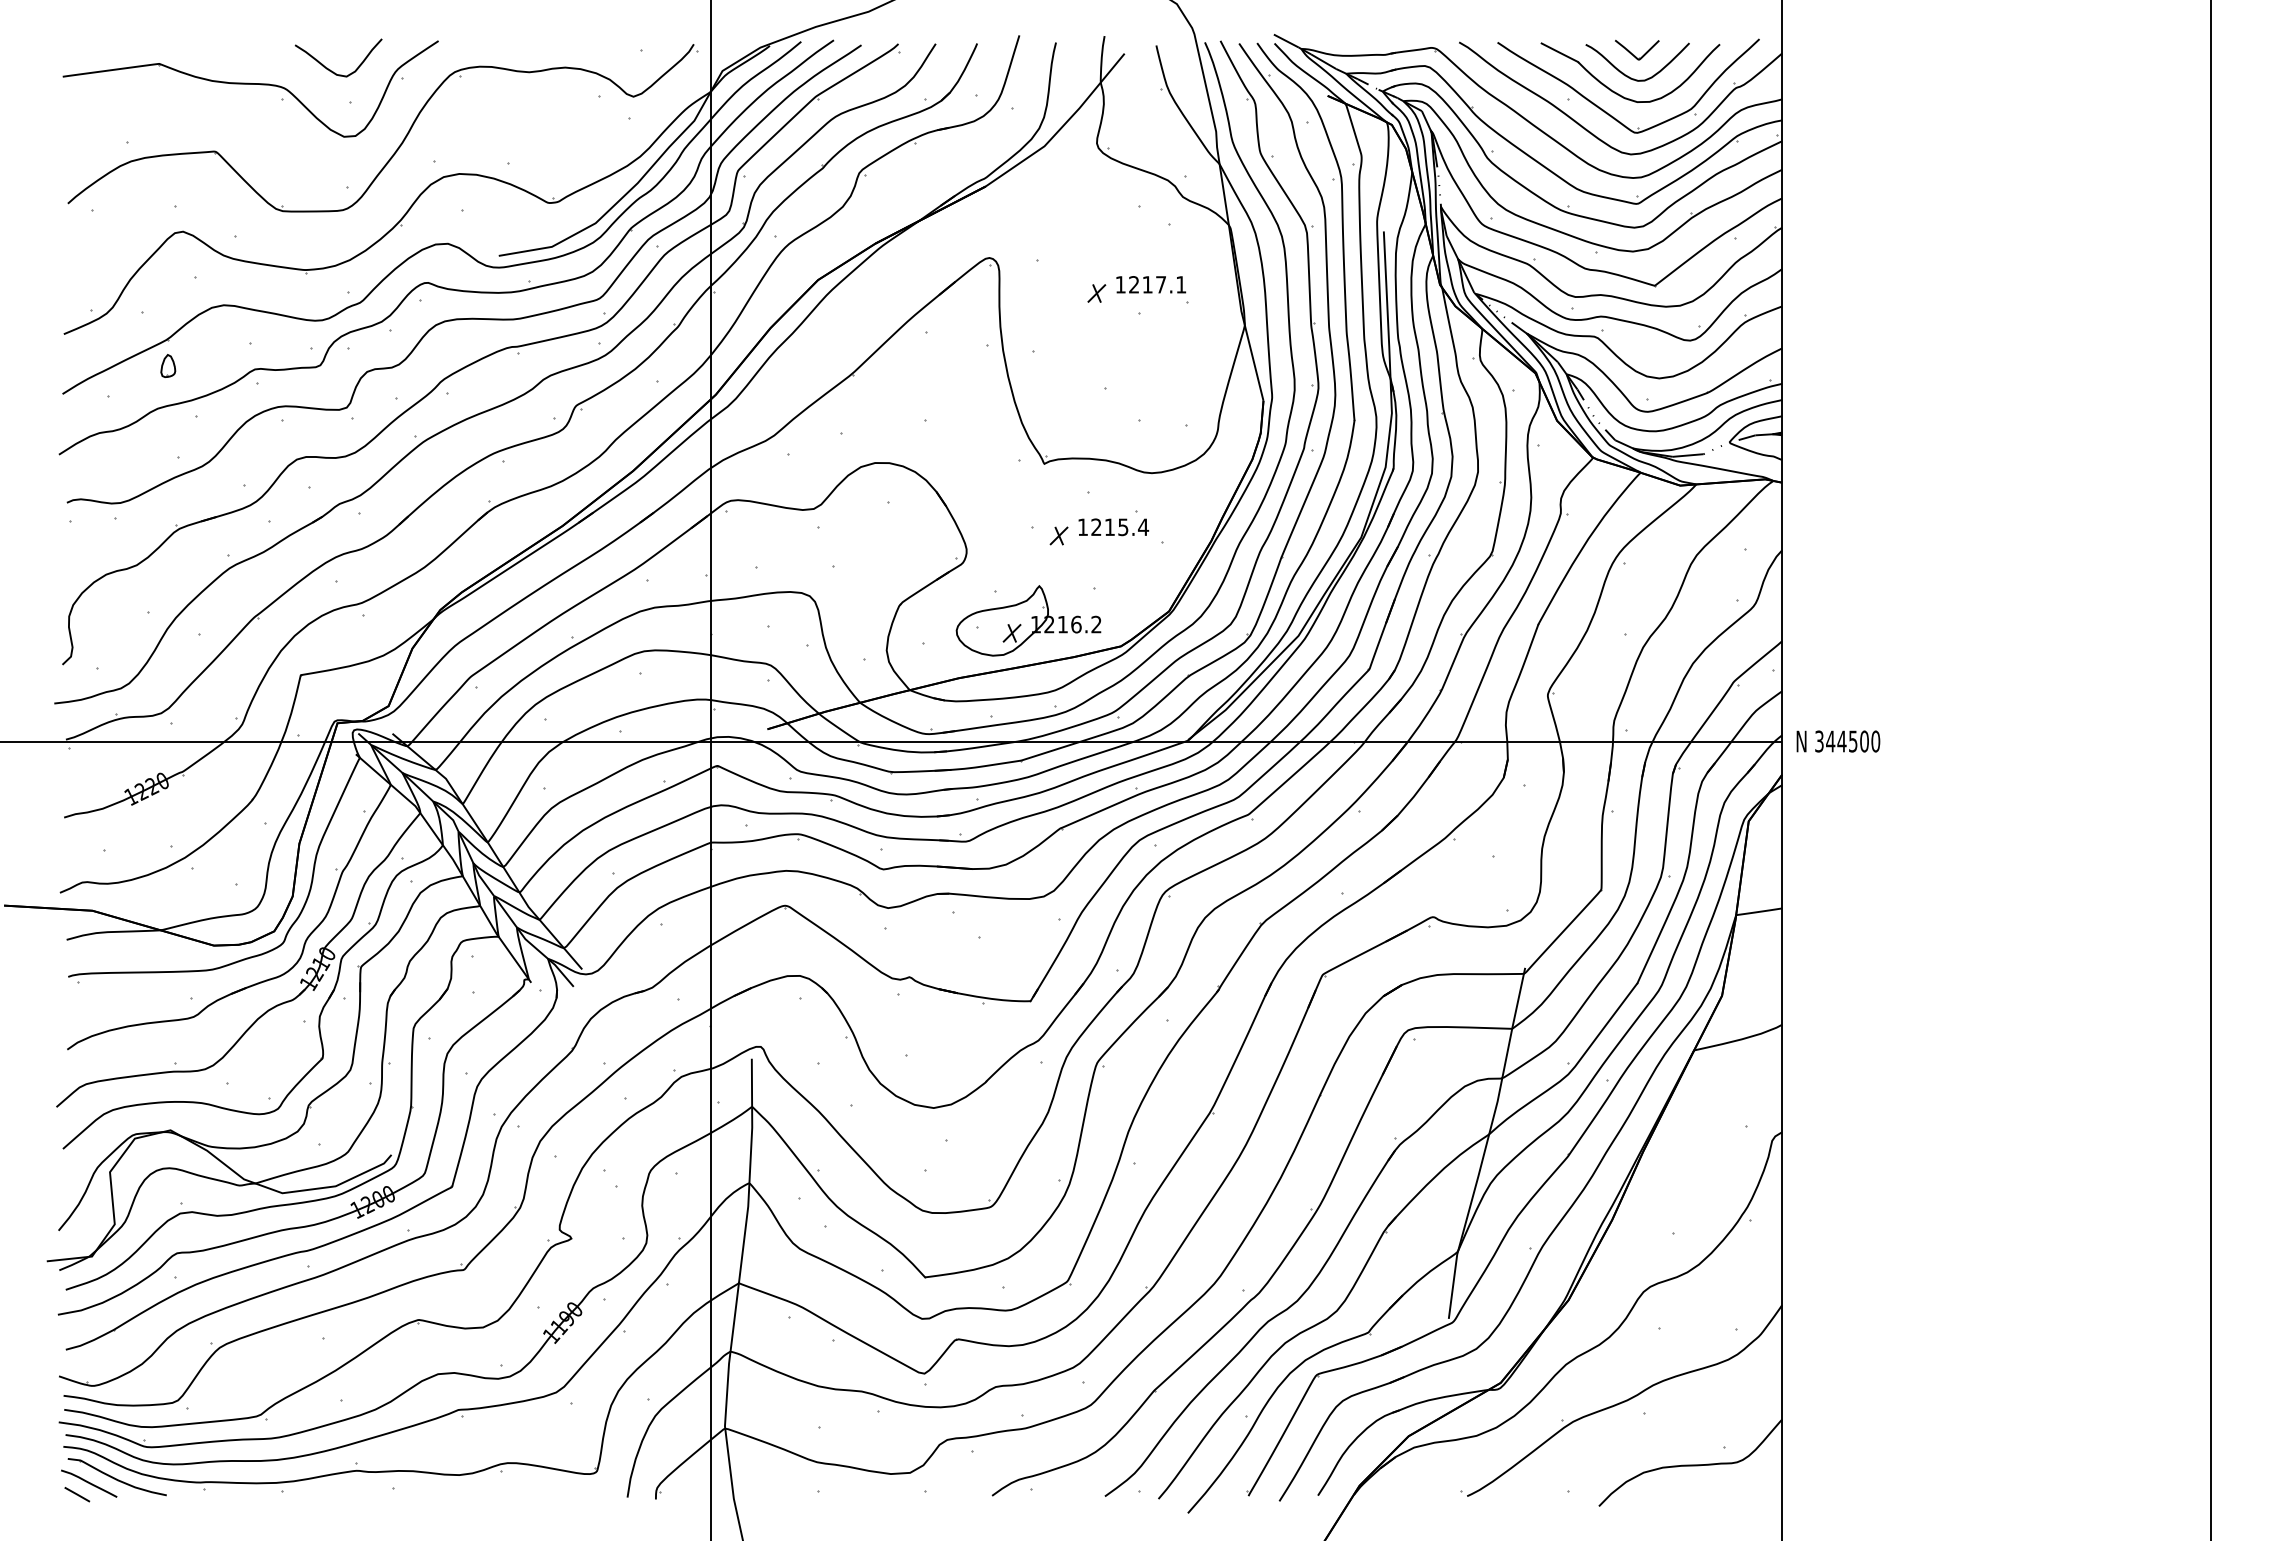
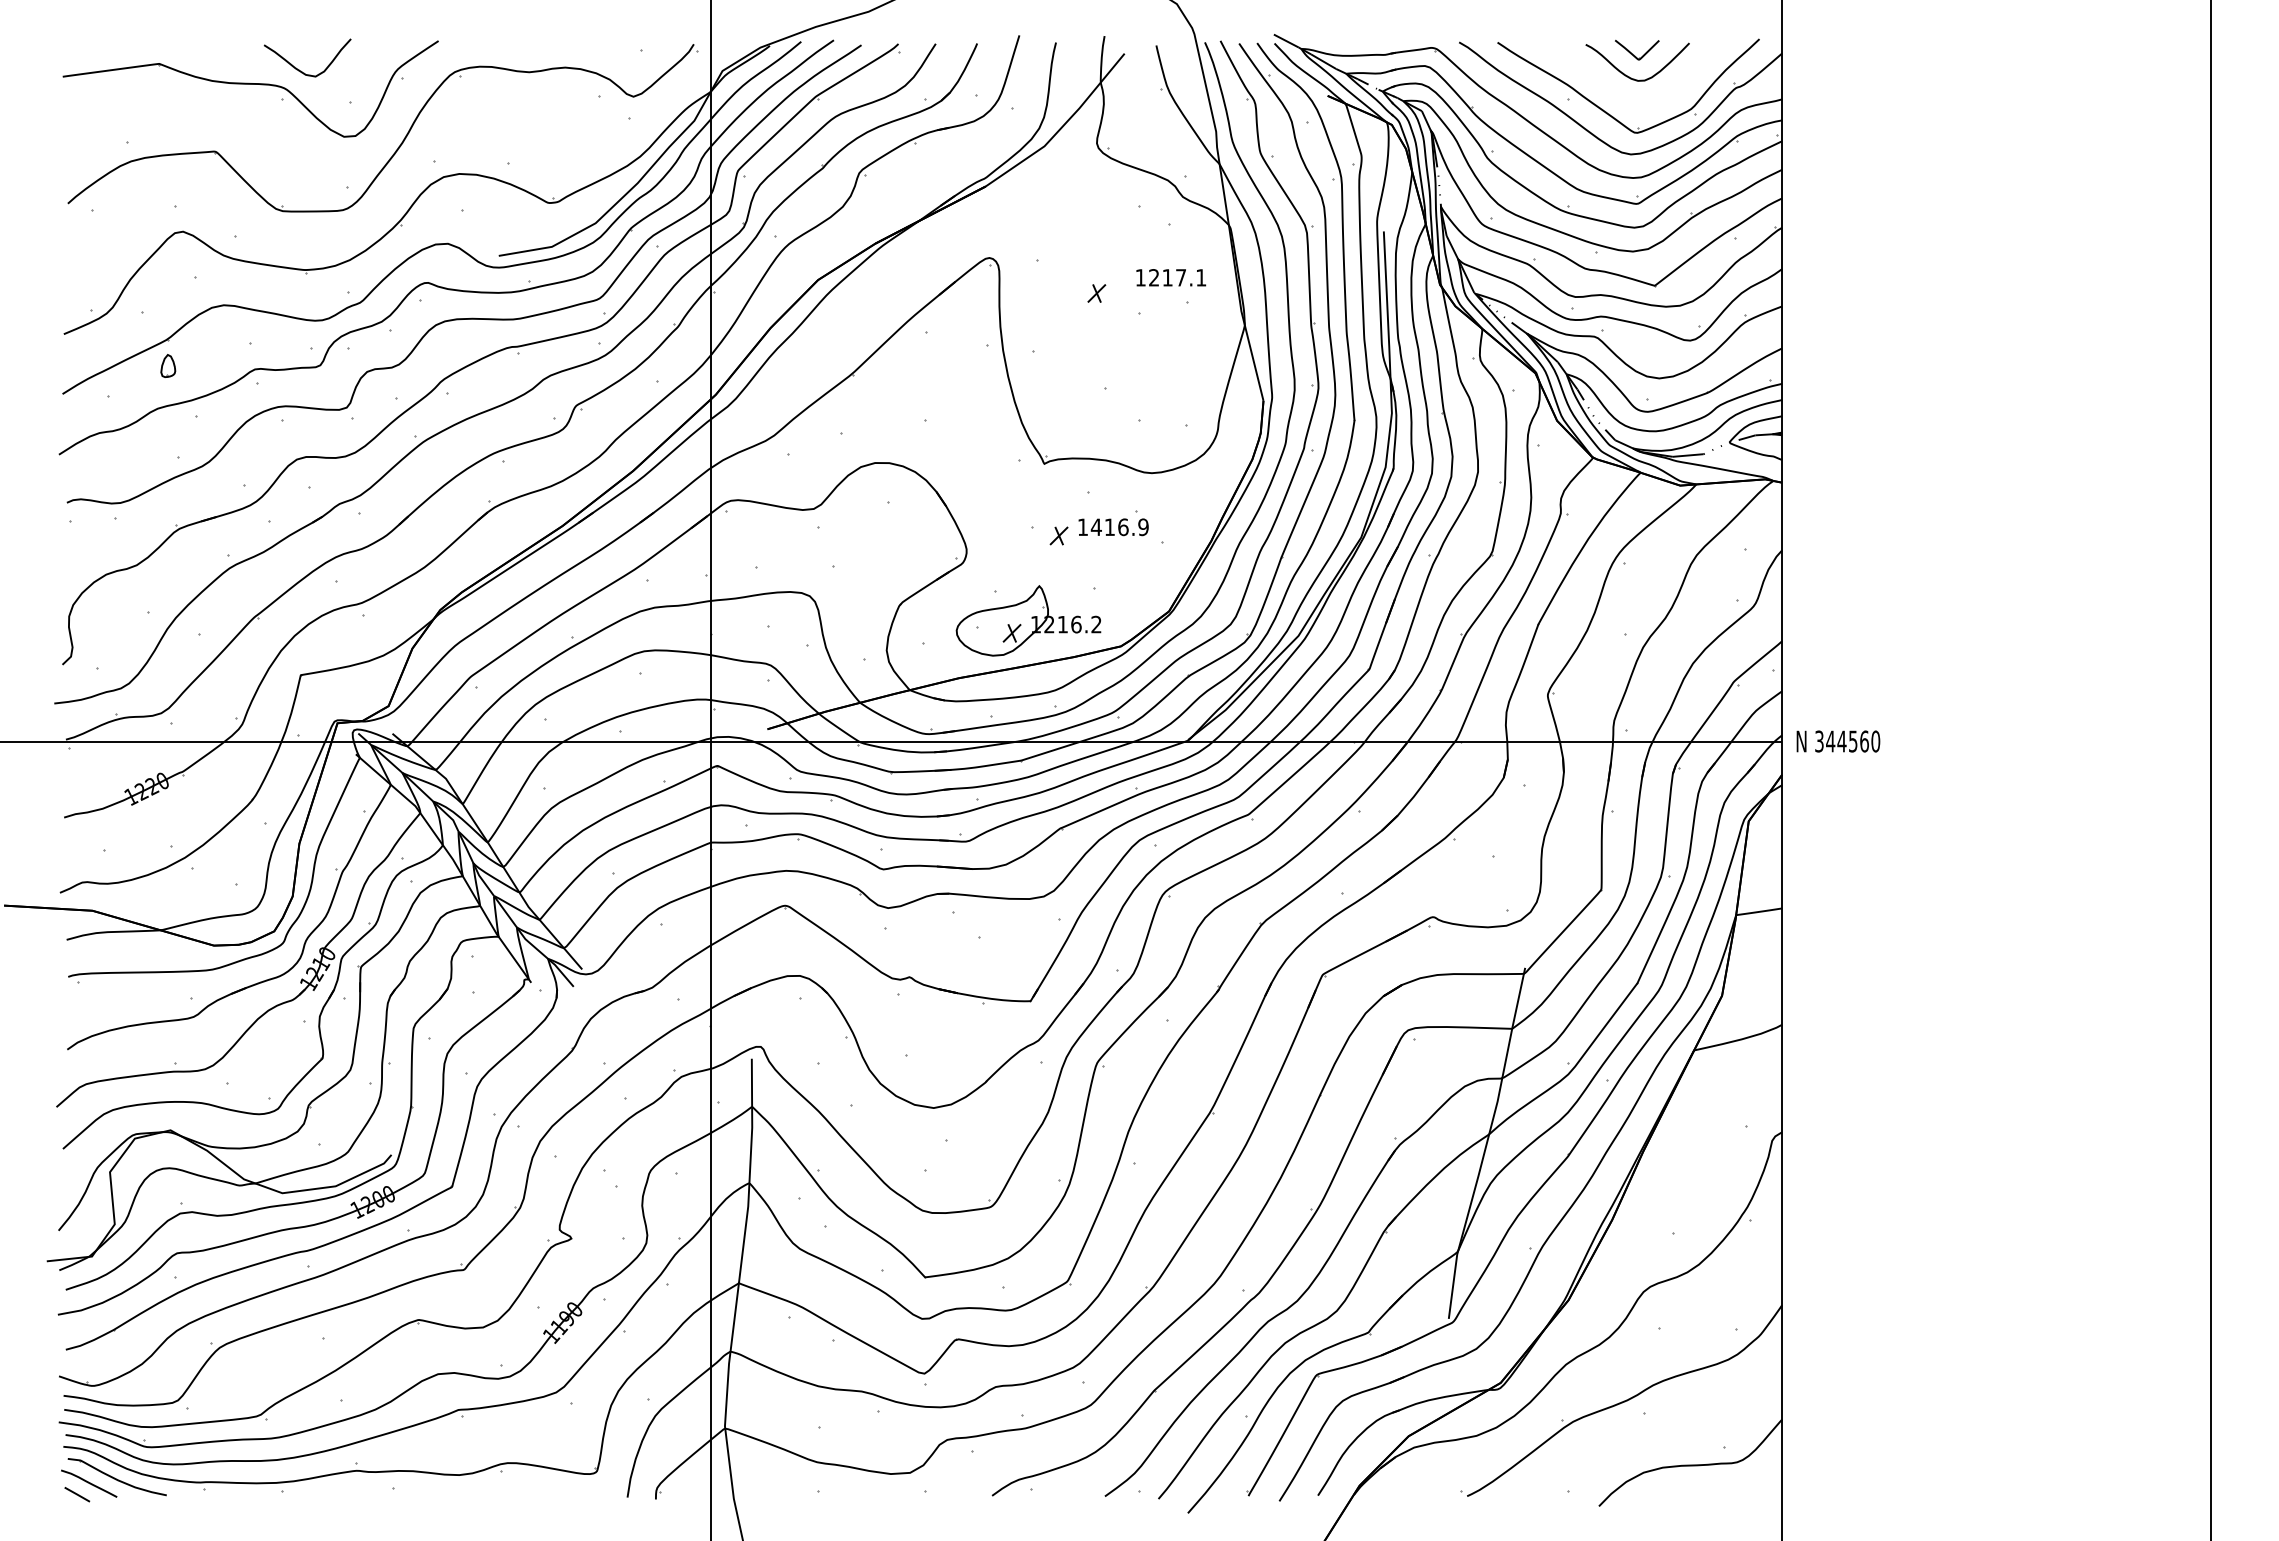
curve at (330, 69) position: (330, 69) -> (299, 69)
part at (1620, 94): present -> none
text at (1151, 284) position: (1151, 284) -> (1171, 277)
text at (1119, 527): 1215.4 -> 1416.9
text at (1864, 741): 344500 -> 344560
